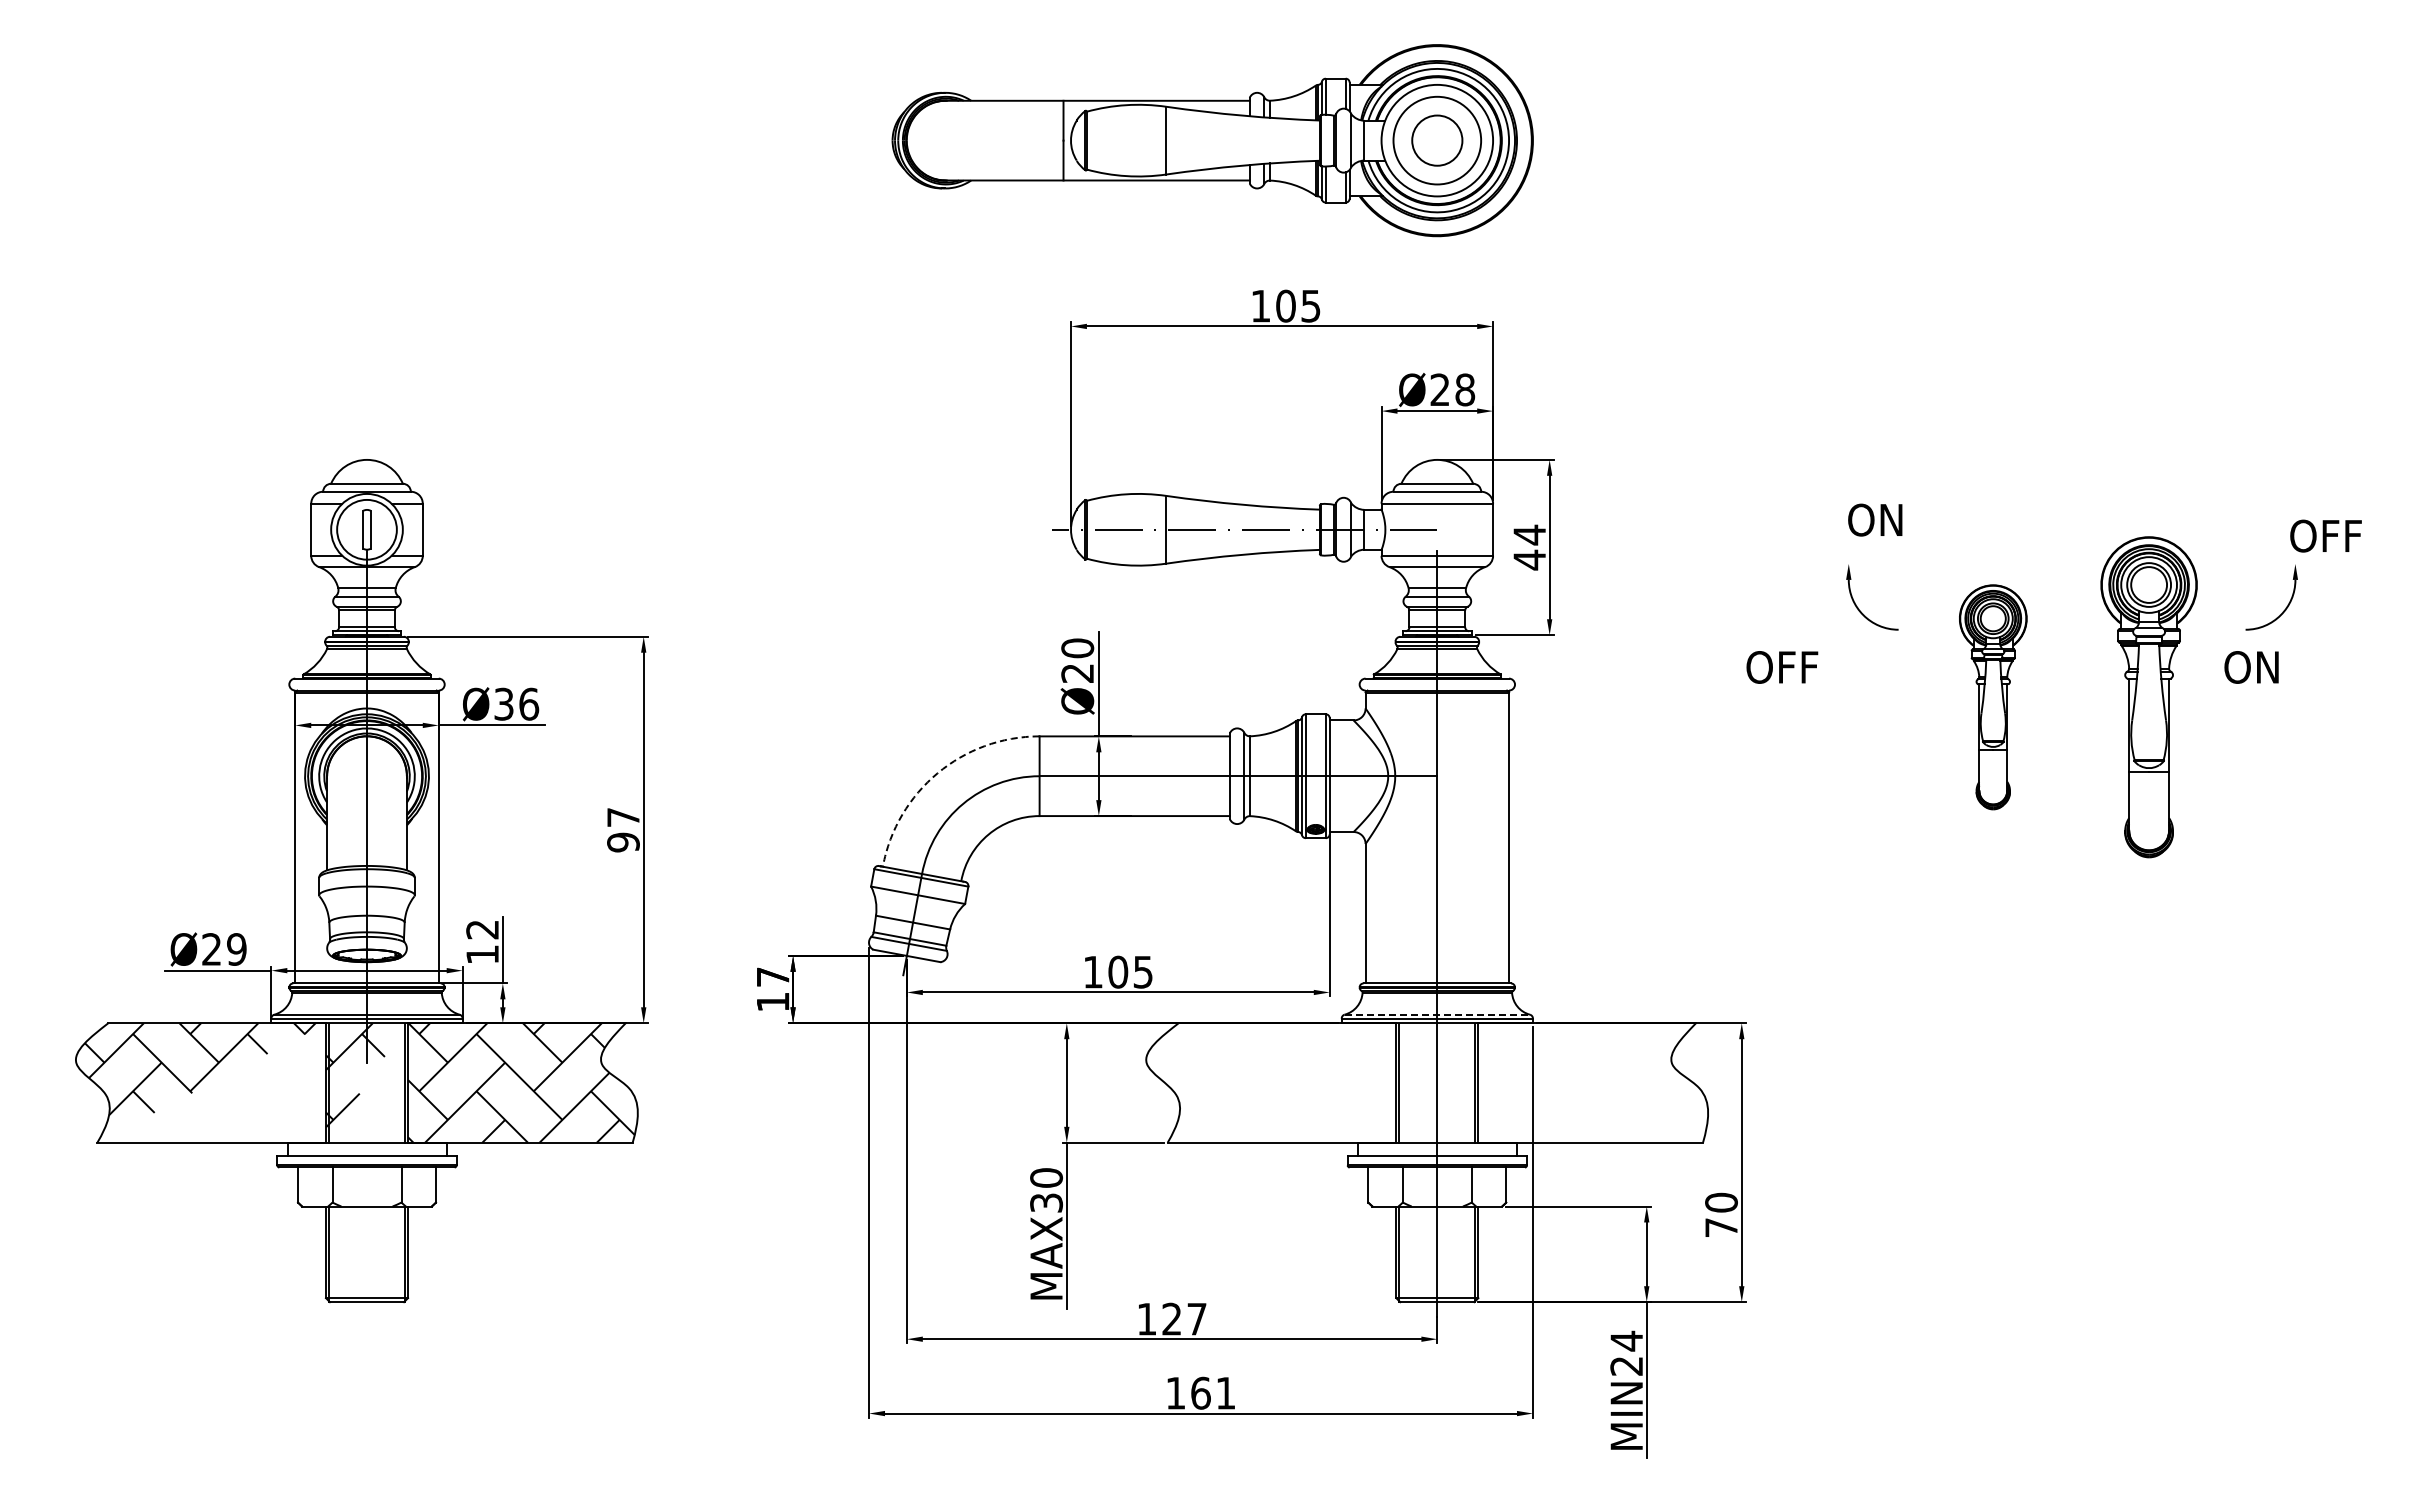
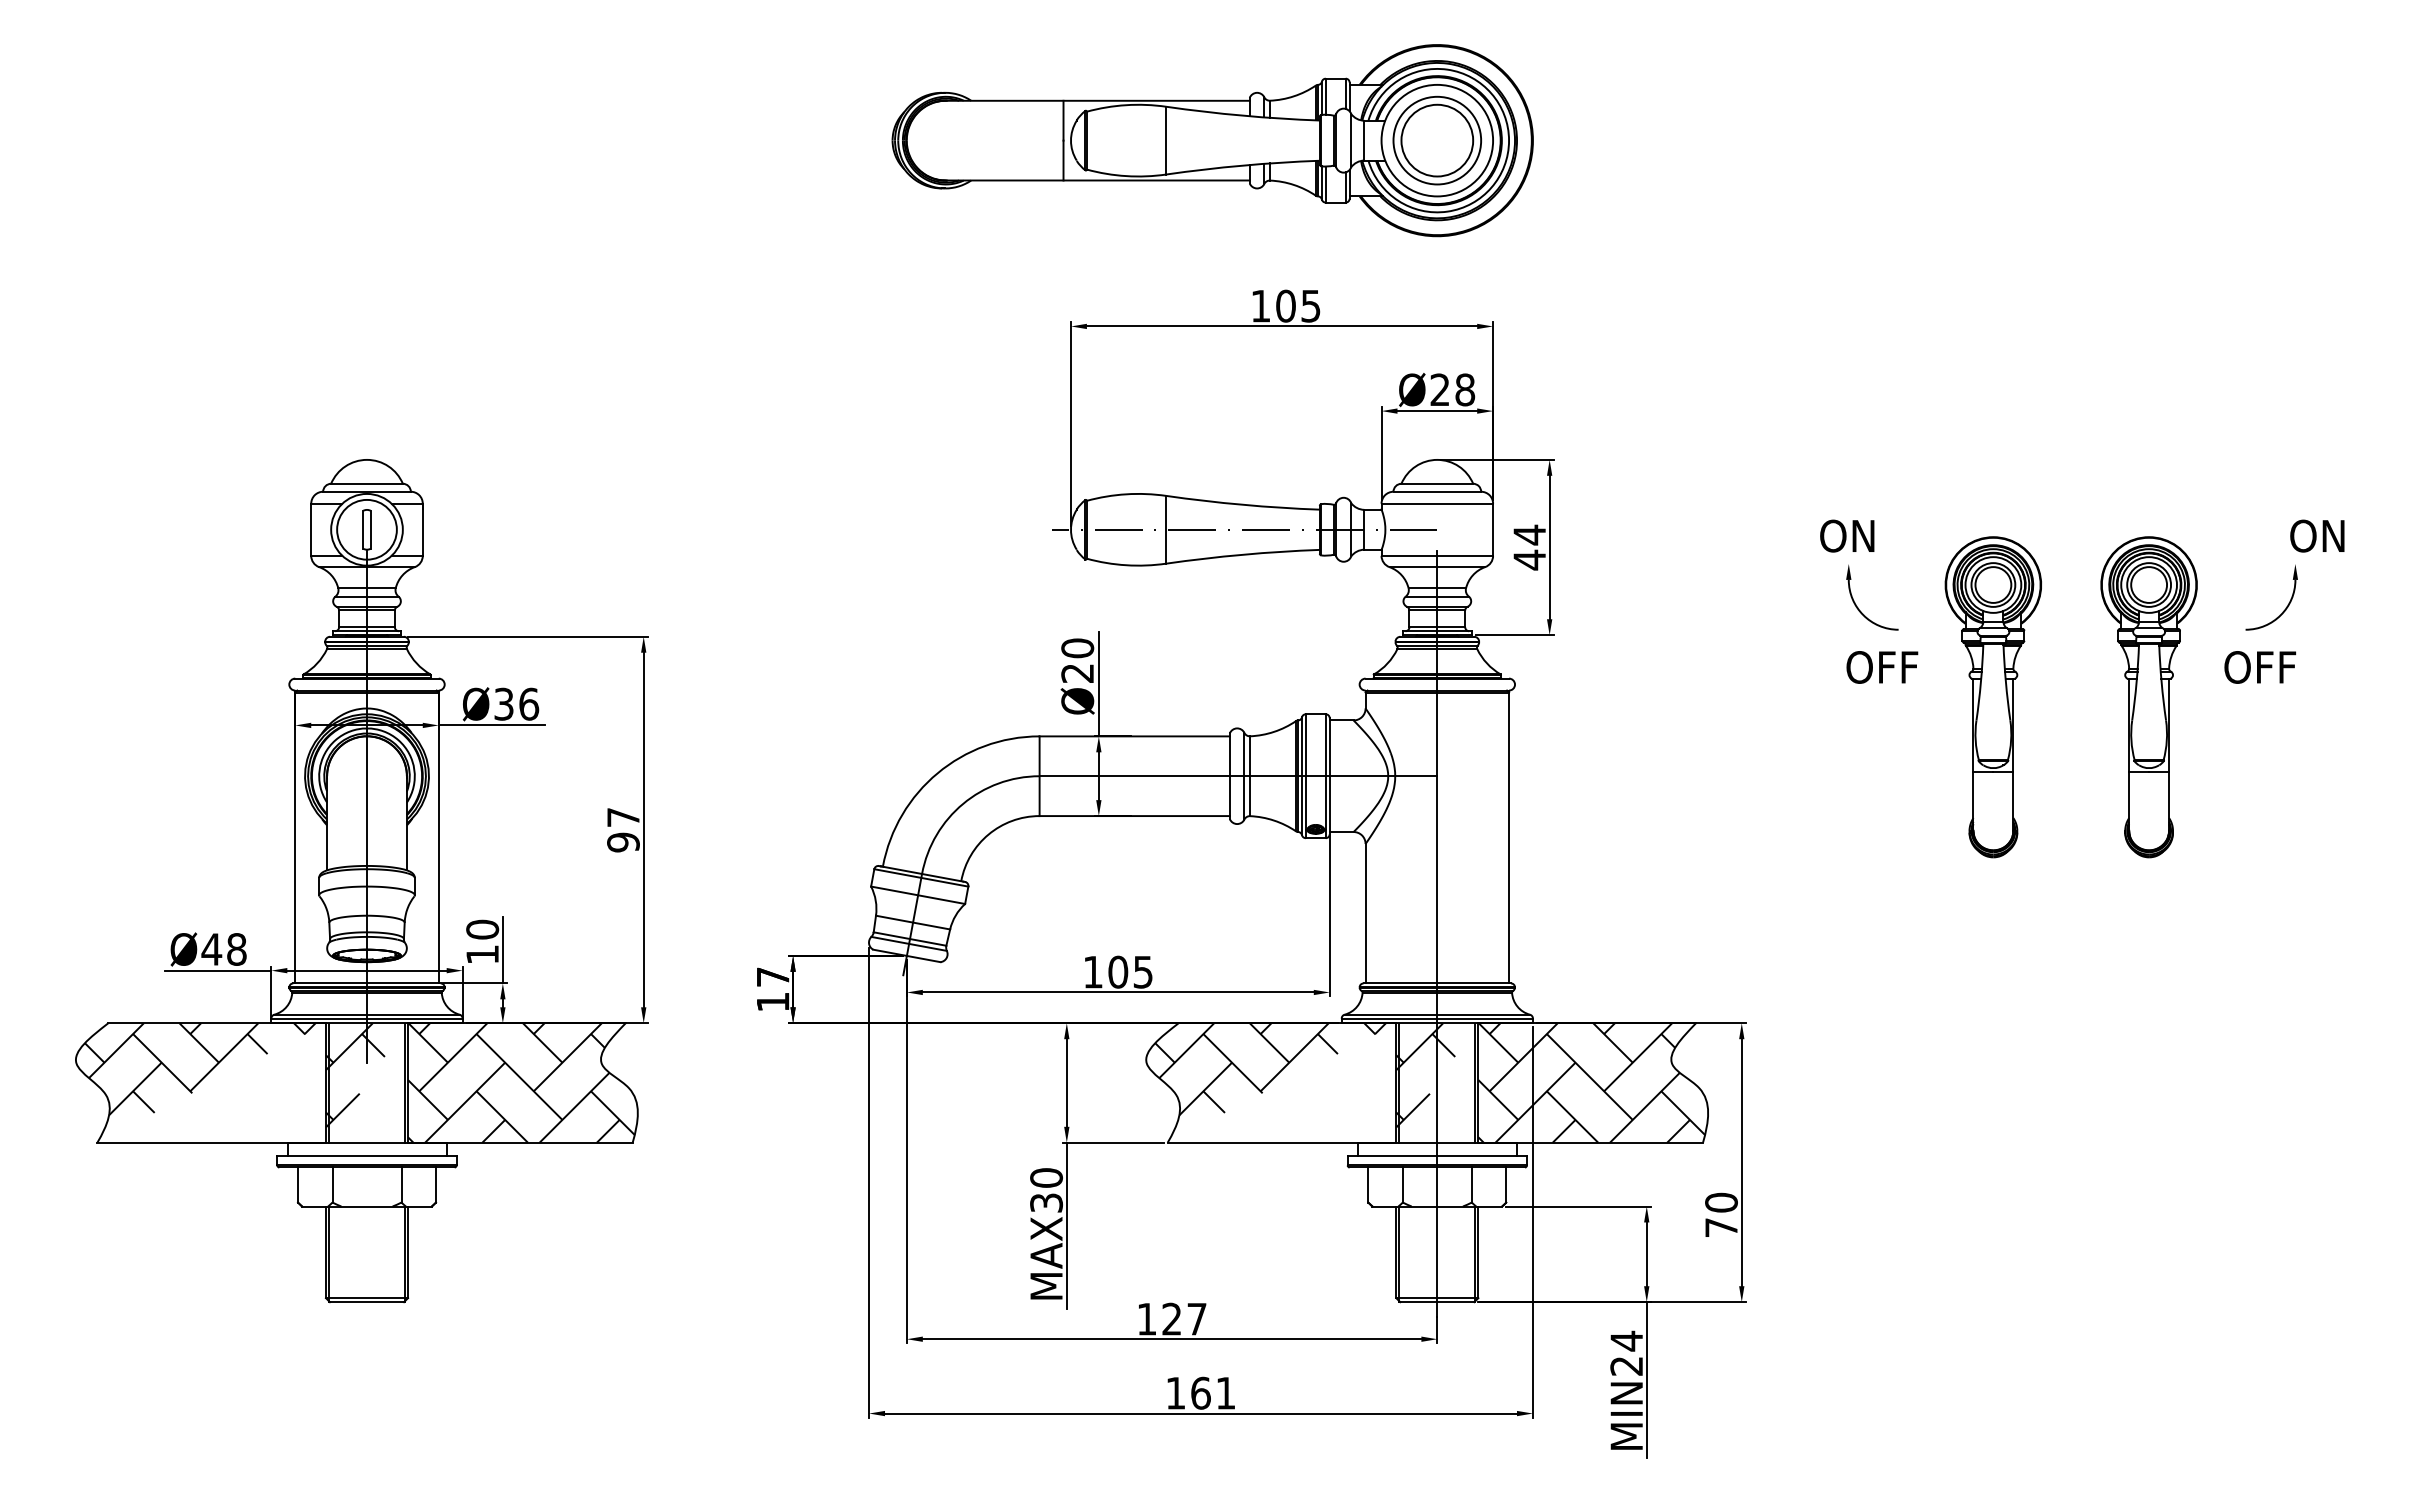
circle at (1437, 140) diameter: 50 px -> 72 px
text at (1875, 519) position: (1875, 519) -> (1847, 535)
text at (2343, 535): OFF -> ON
text at (1782, 667) position: (1782, 667) -> (1882, 667)
text at (2278, 667): ON -> OFF
part at (1993, 697) size: 69x227 px -> 98x323 px
arc at (937, 773): dashed -> solid
text at (482, 929): 12 -> 10
text at (223, 949): Ø29 -> Ø48
line at (1437, 1014): dashed -> solid
hatch at (1430, 1082): none -> present
